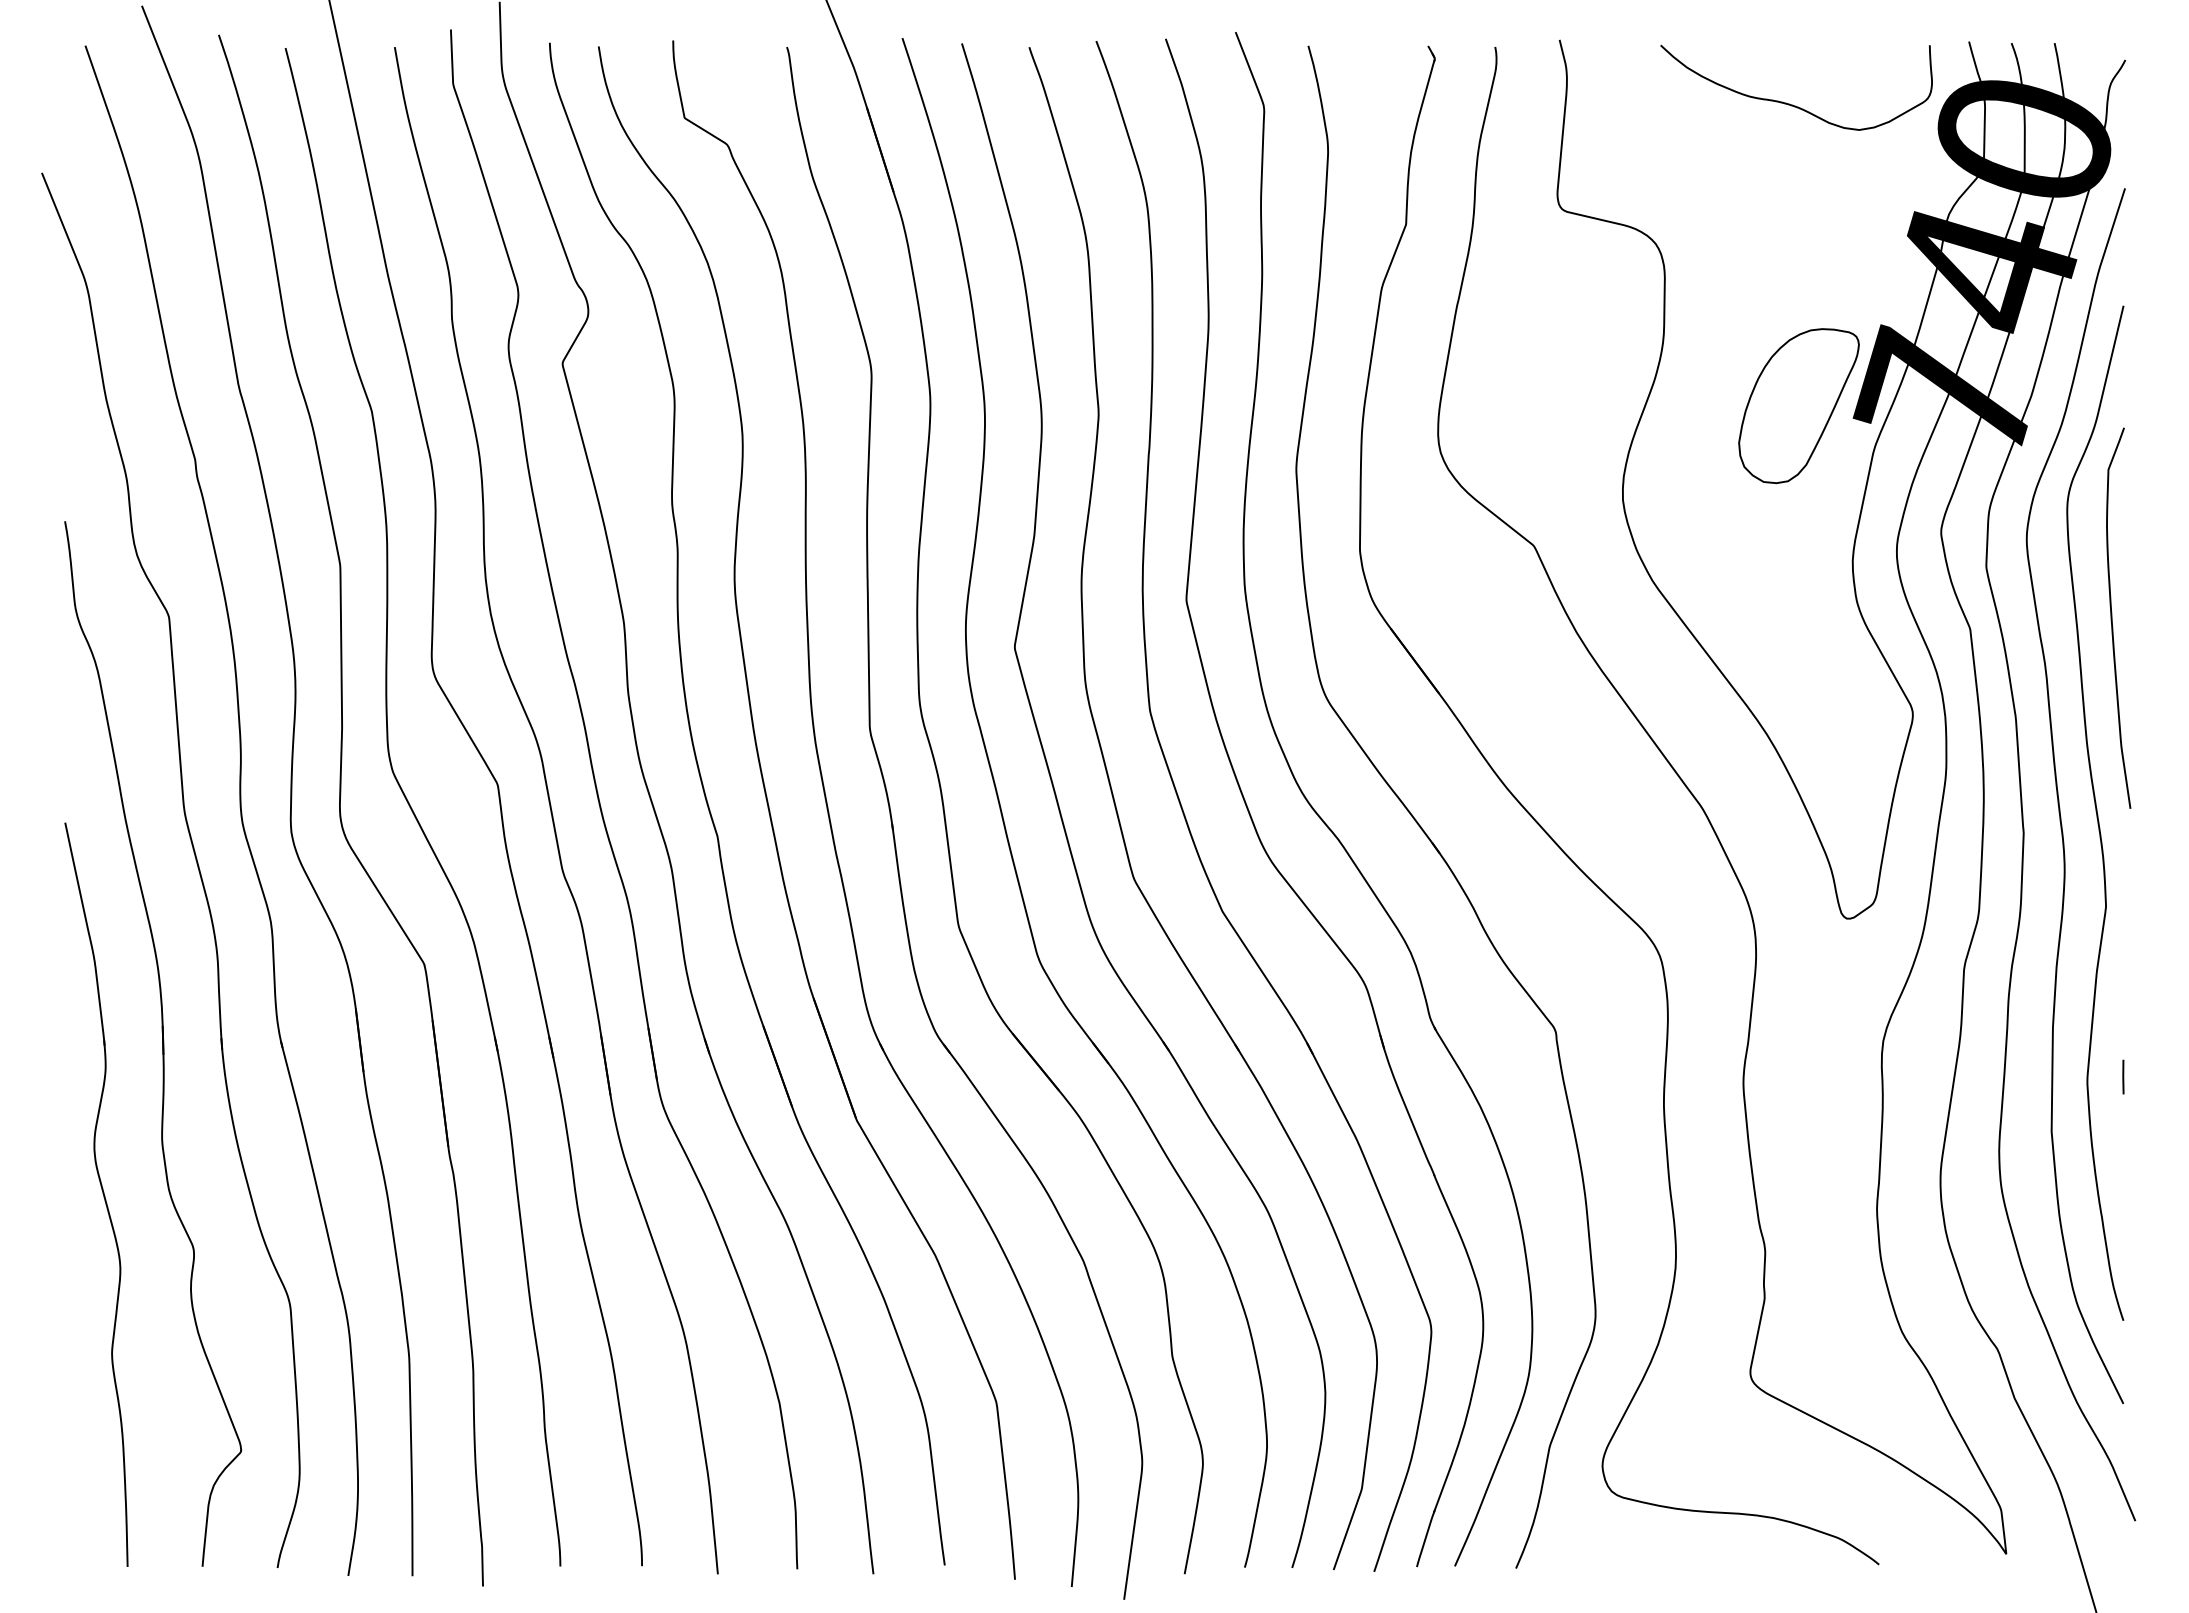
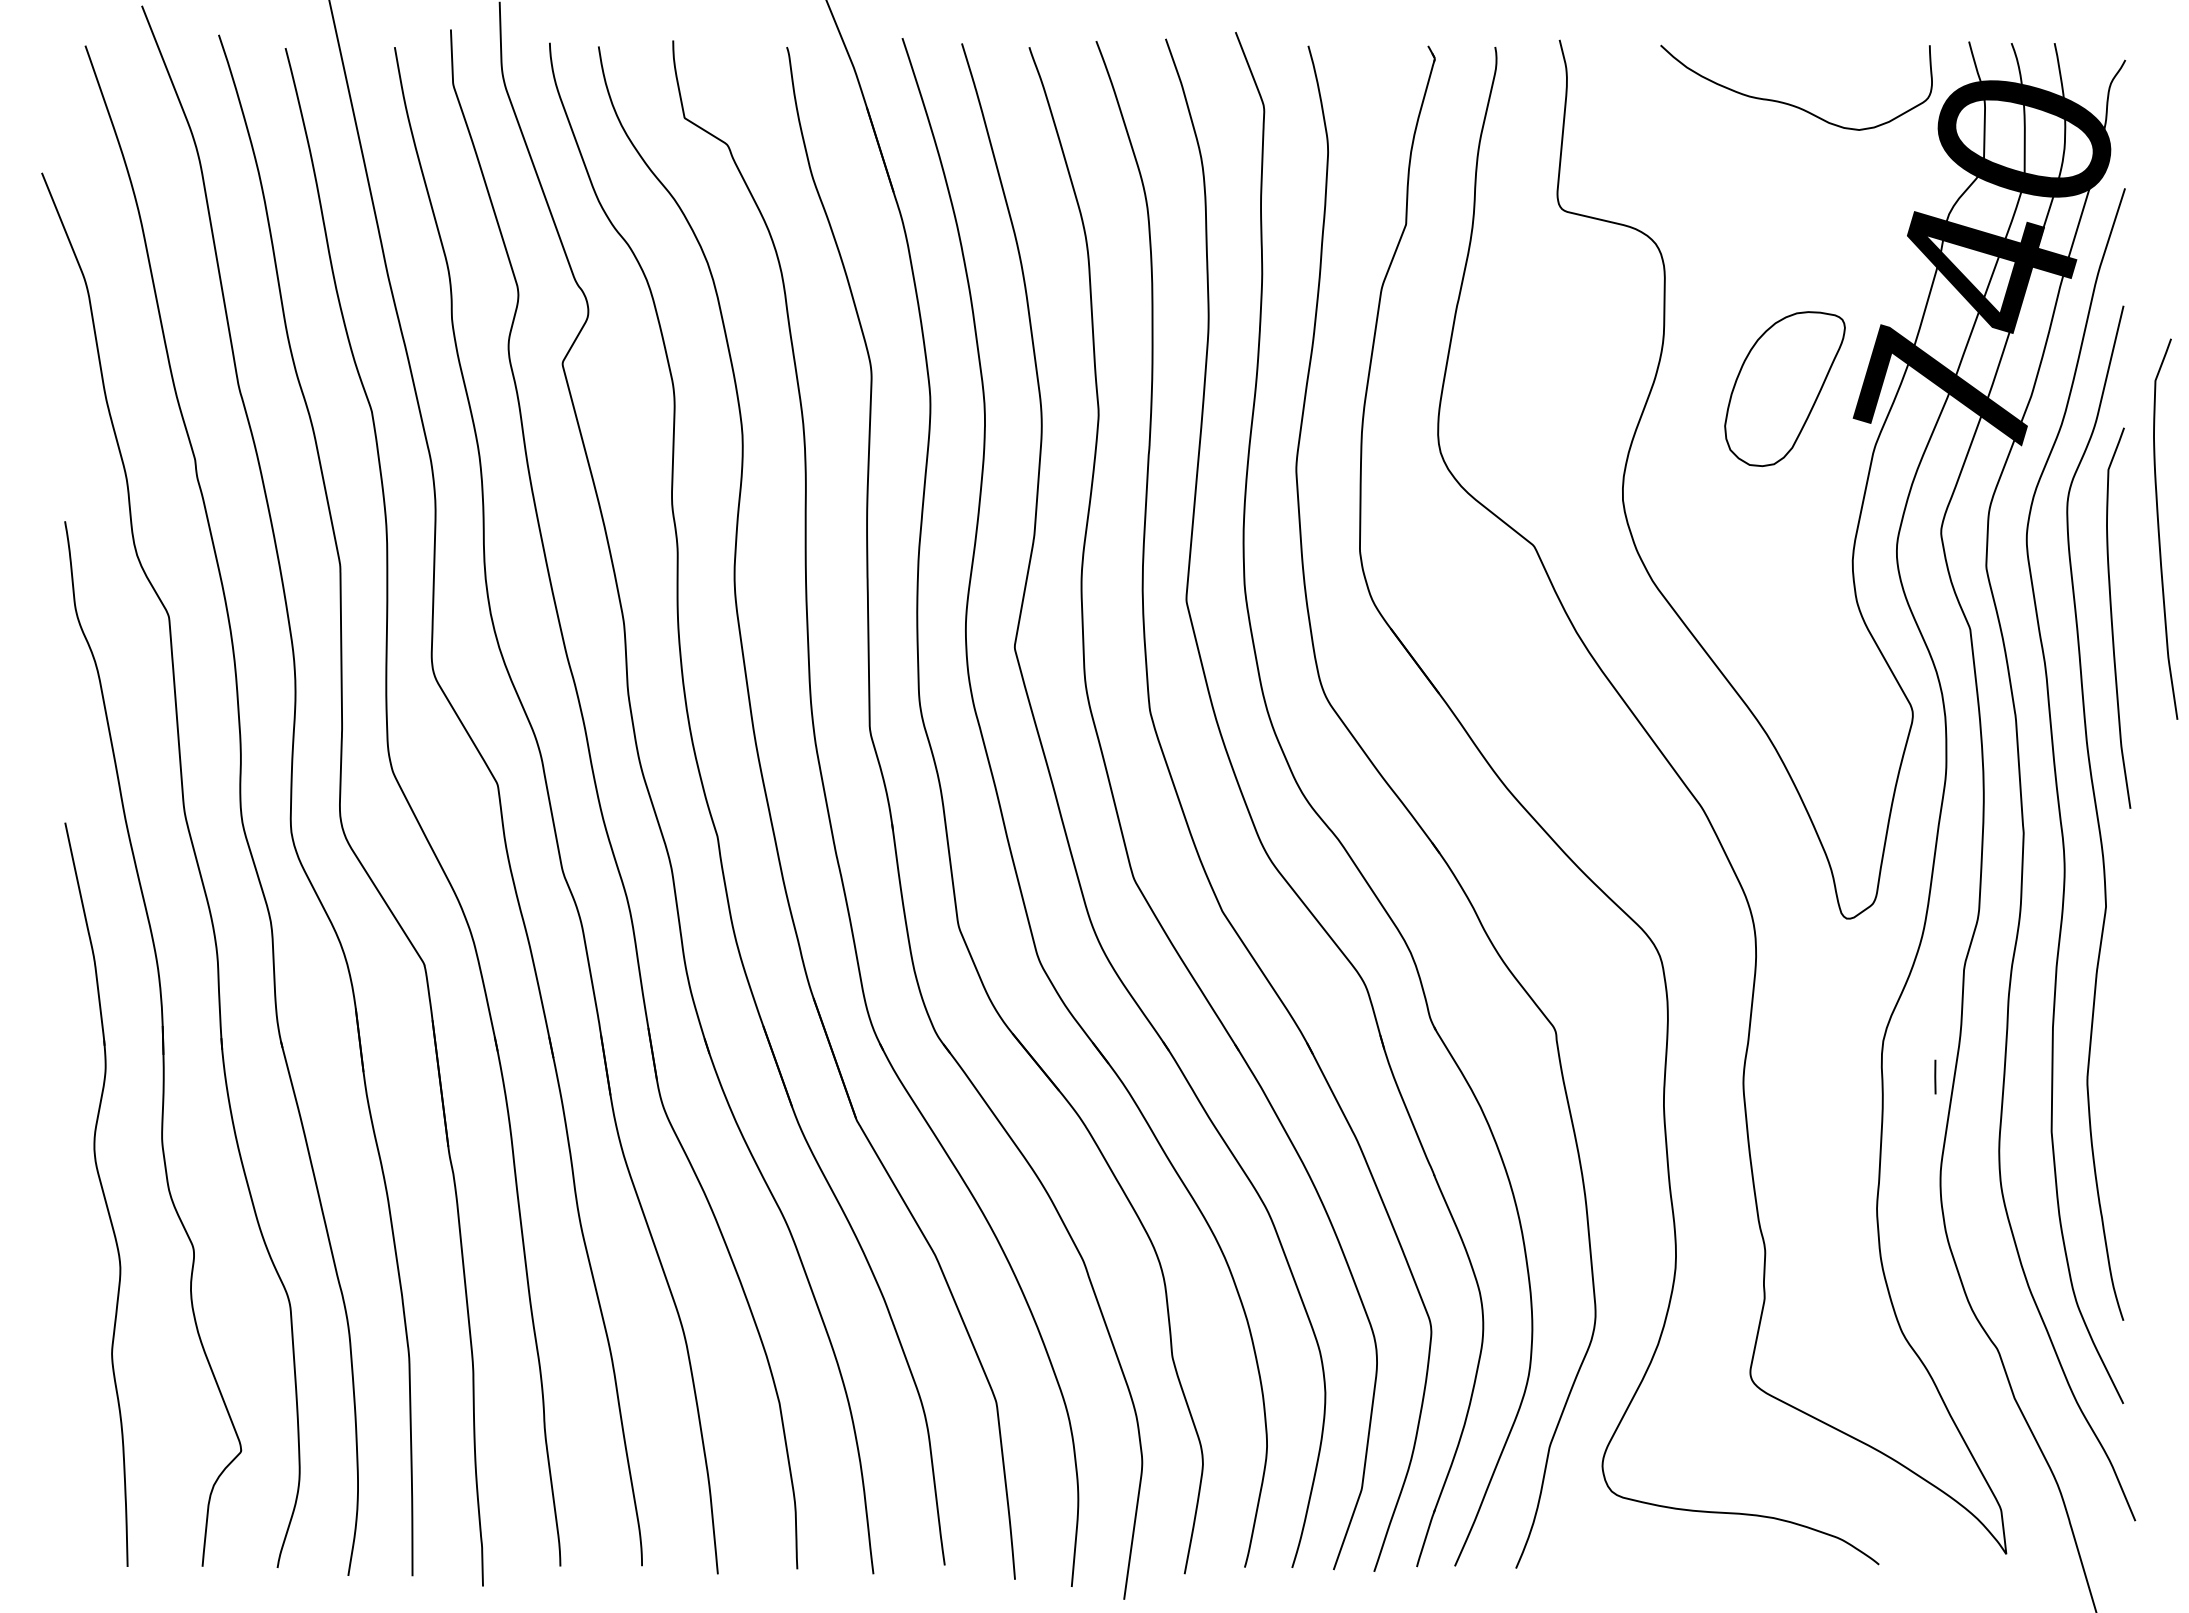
part at (1798, 406) position: (1798, 406) -> (1784, 389)
curve at (2159, 528): none -> present
line at (2123, 1076) position: (2123, 1076) -> (1935, 1076)
